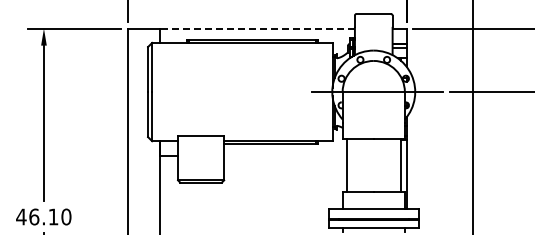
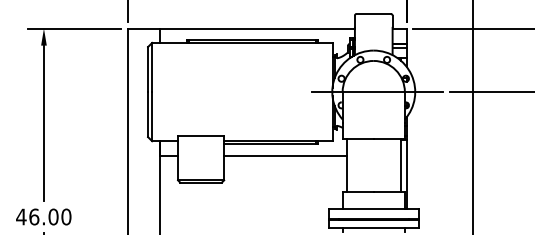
line at (257, 28): dashed -> solid
line at (285, 155): none -> present
text at (53, 216): 46.10 -> 46.00
